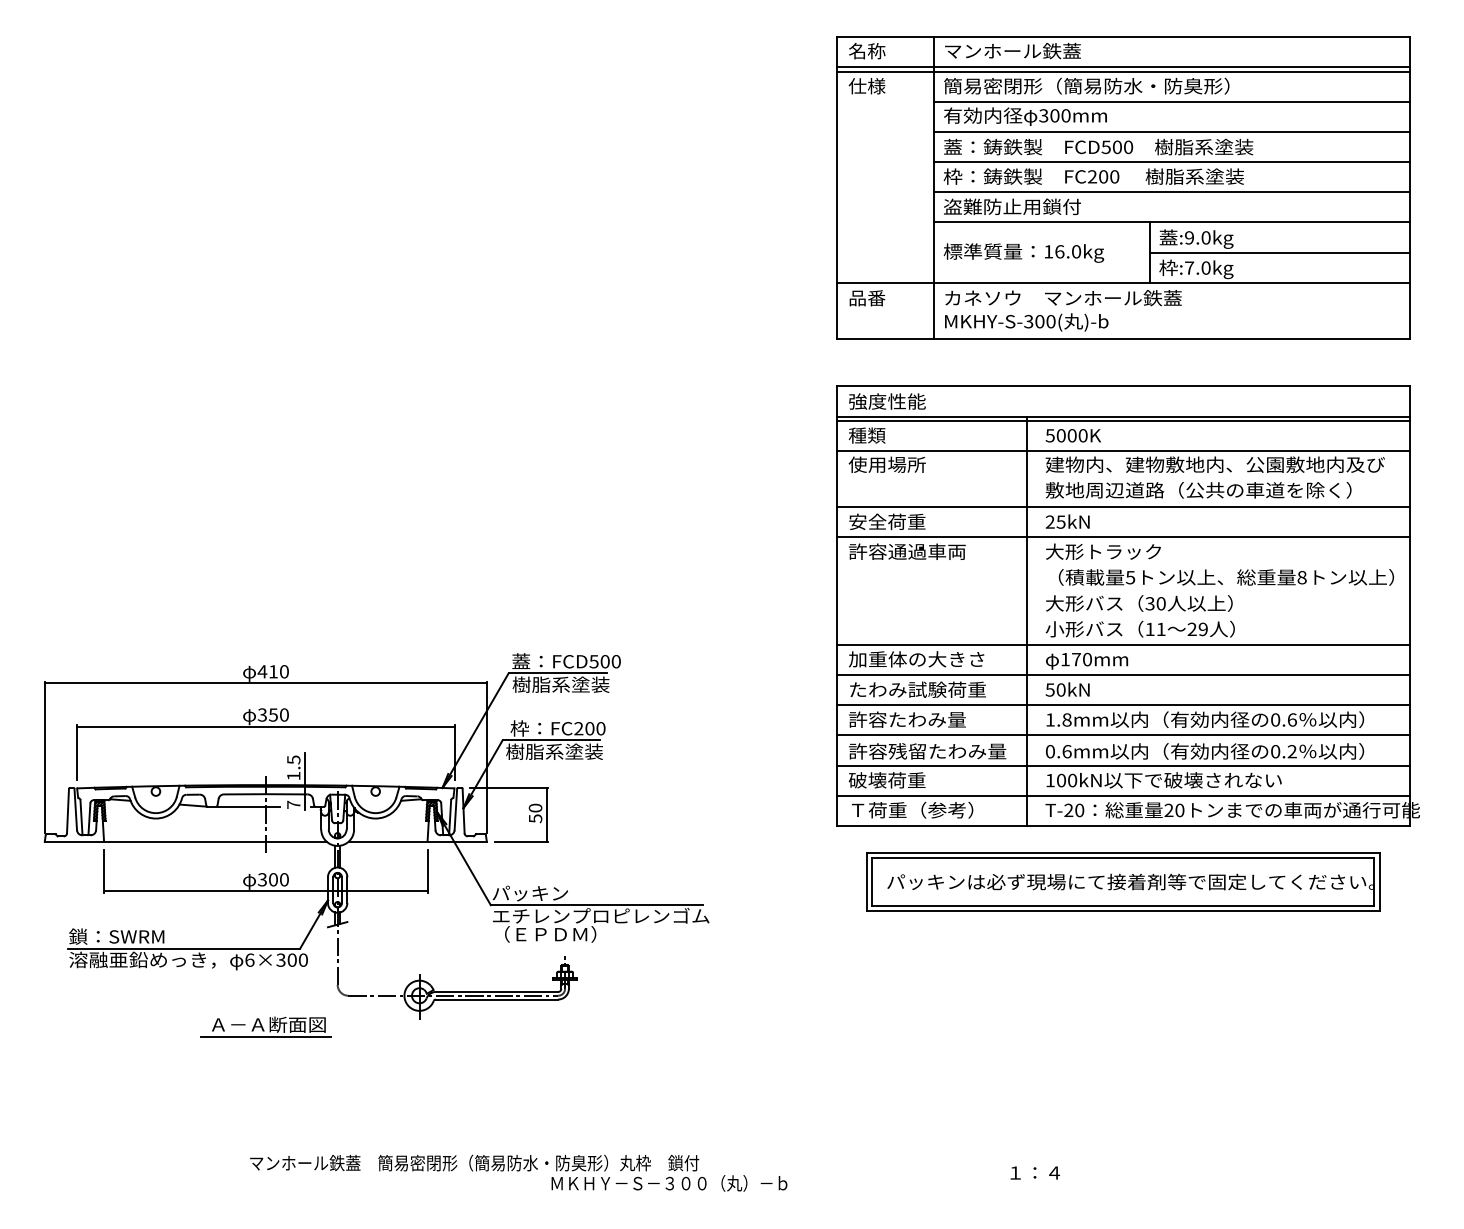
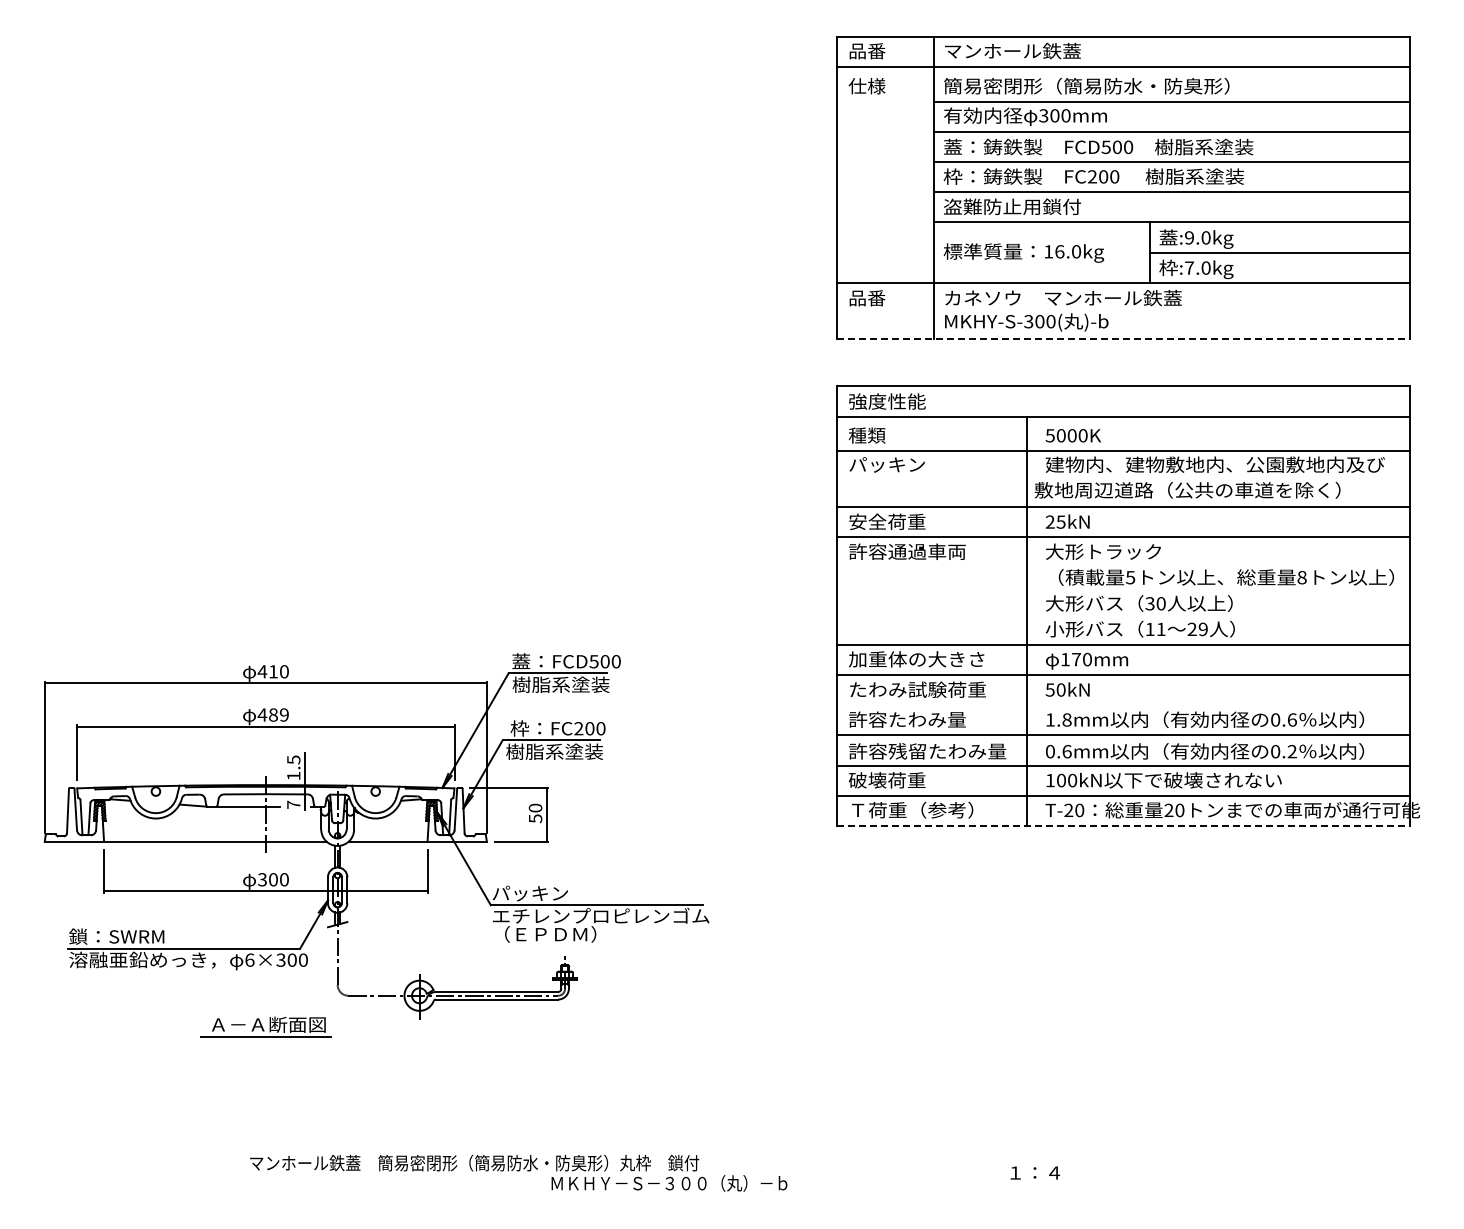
text at (867, 51): 名称 -> 品番
line at (1123, 71): present -> none
line at (1123, 339): solid -> dashed
line at (1123, 420): present -> none
text at (886, 464): 使用場所 -> パッキン
text at (1198, 490) position: (1198, 490) -> (1187, 490)
line at (1123, 705): present -> none
text at (272, 714): 350 -> 489
line at (1123, 825): solid -> dashed
part at (1123, 881): present -> none
